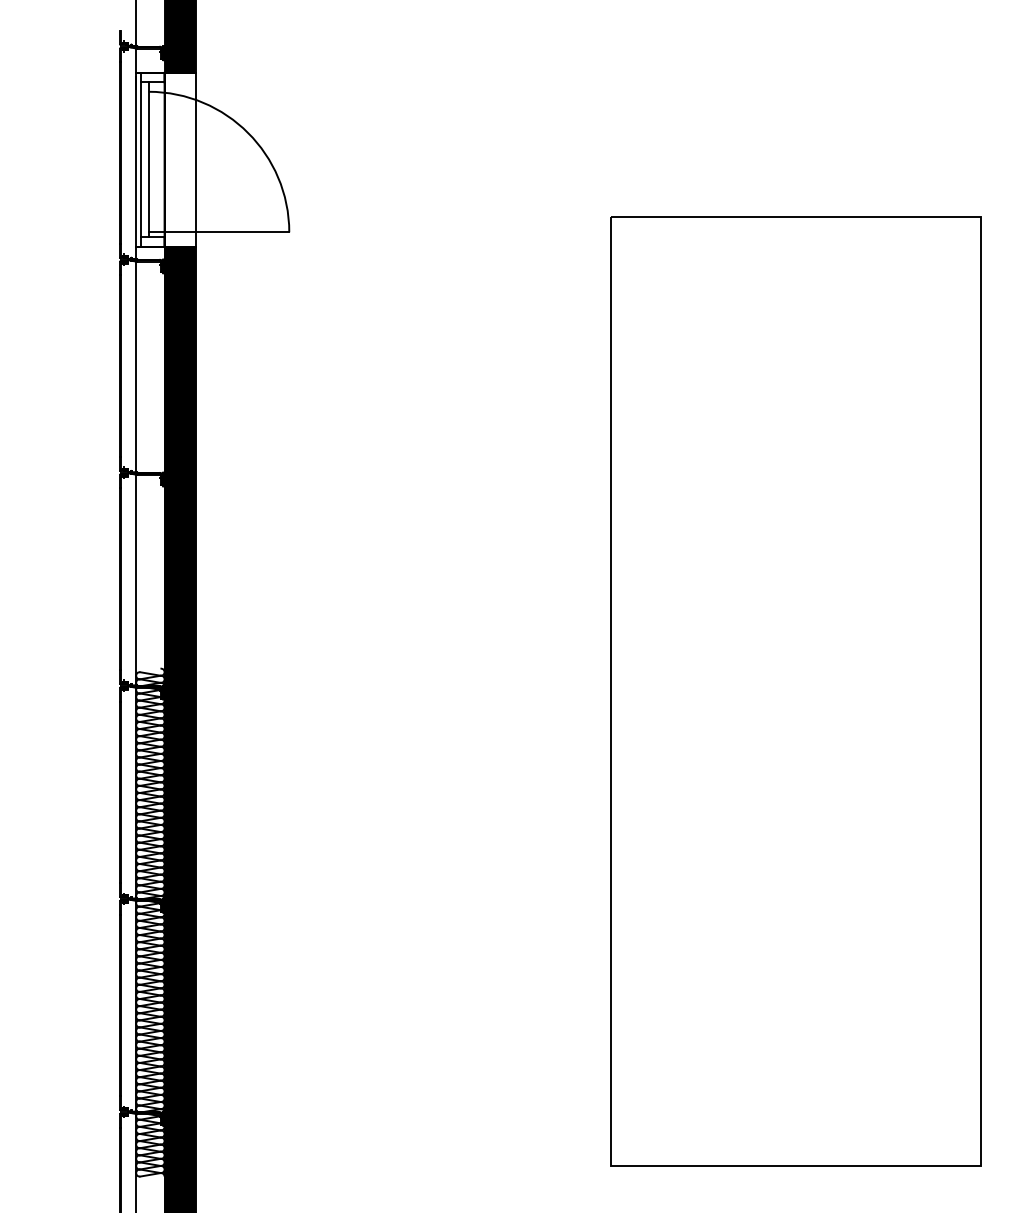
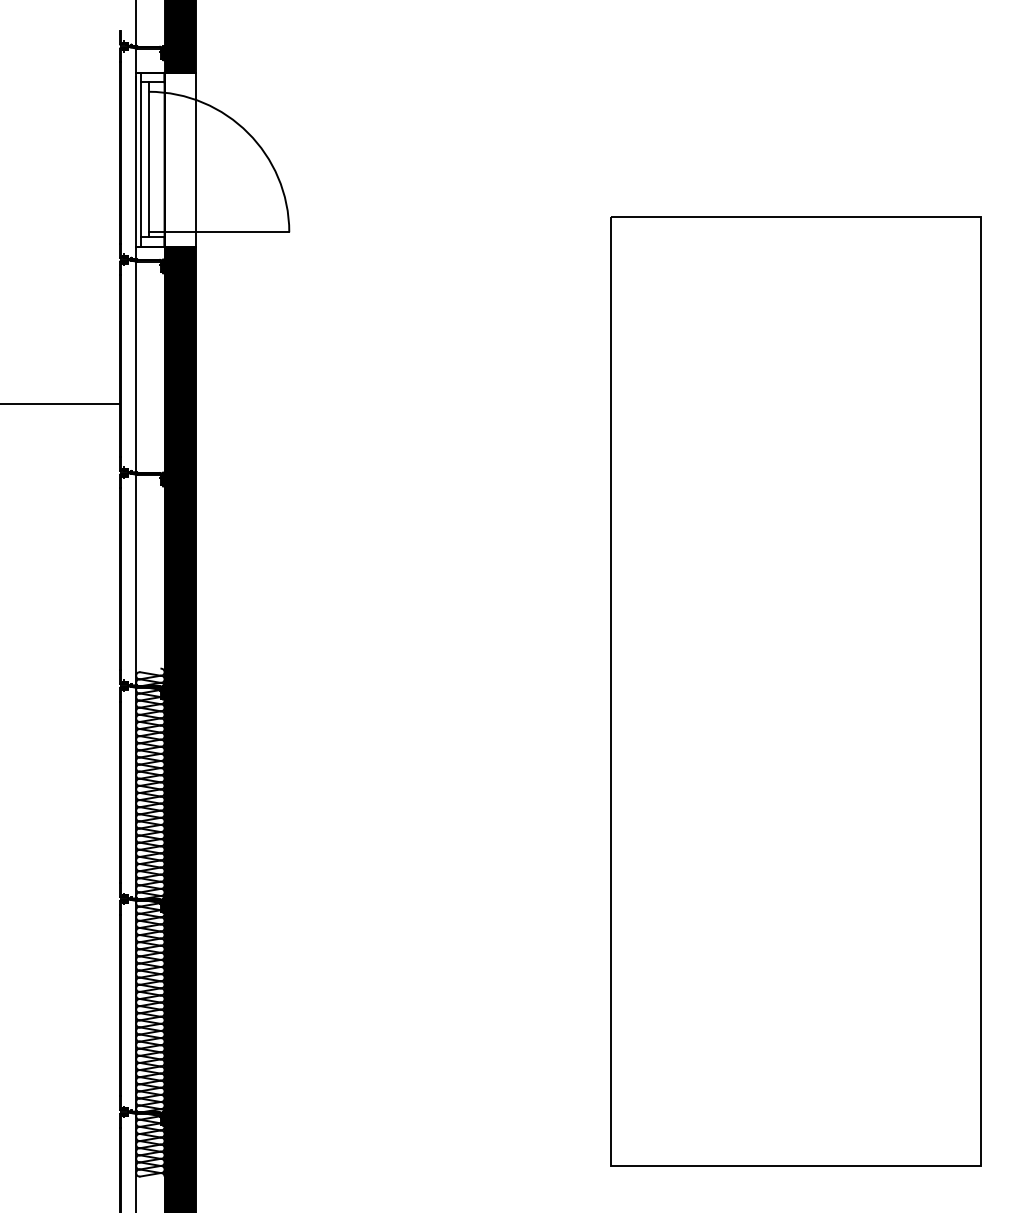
line at (61, 404): none -> present
